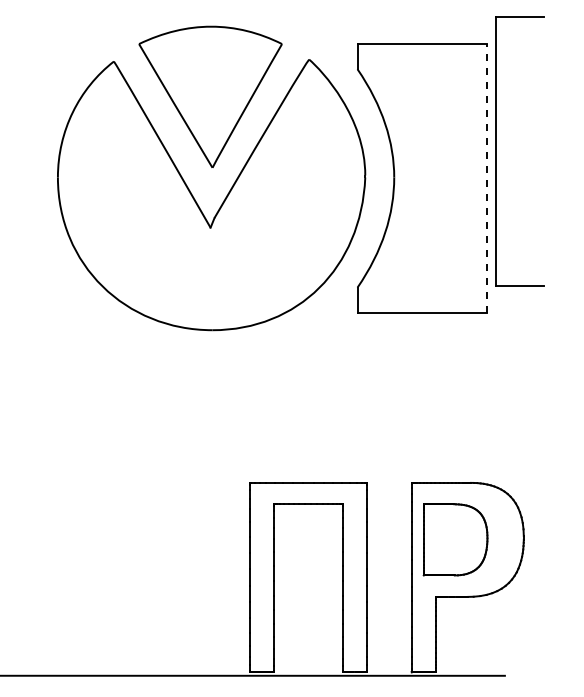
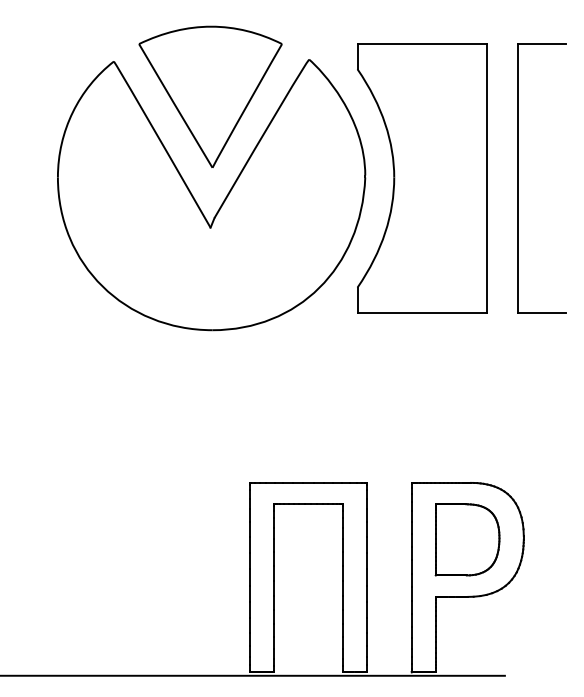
part at (496, 151) position: (496, 151) -> (518, 178)
line at (487, 177): dashed -> solid
part at (455, 539) position: (455, 539) -> (467, 539)
